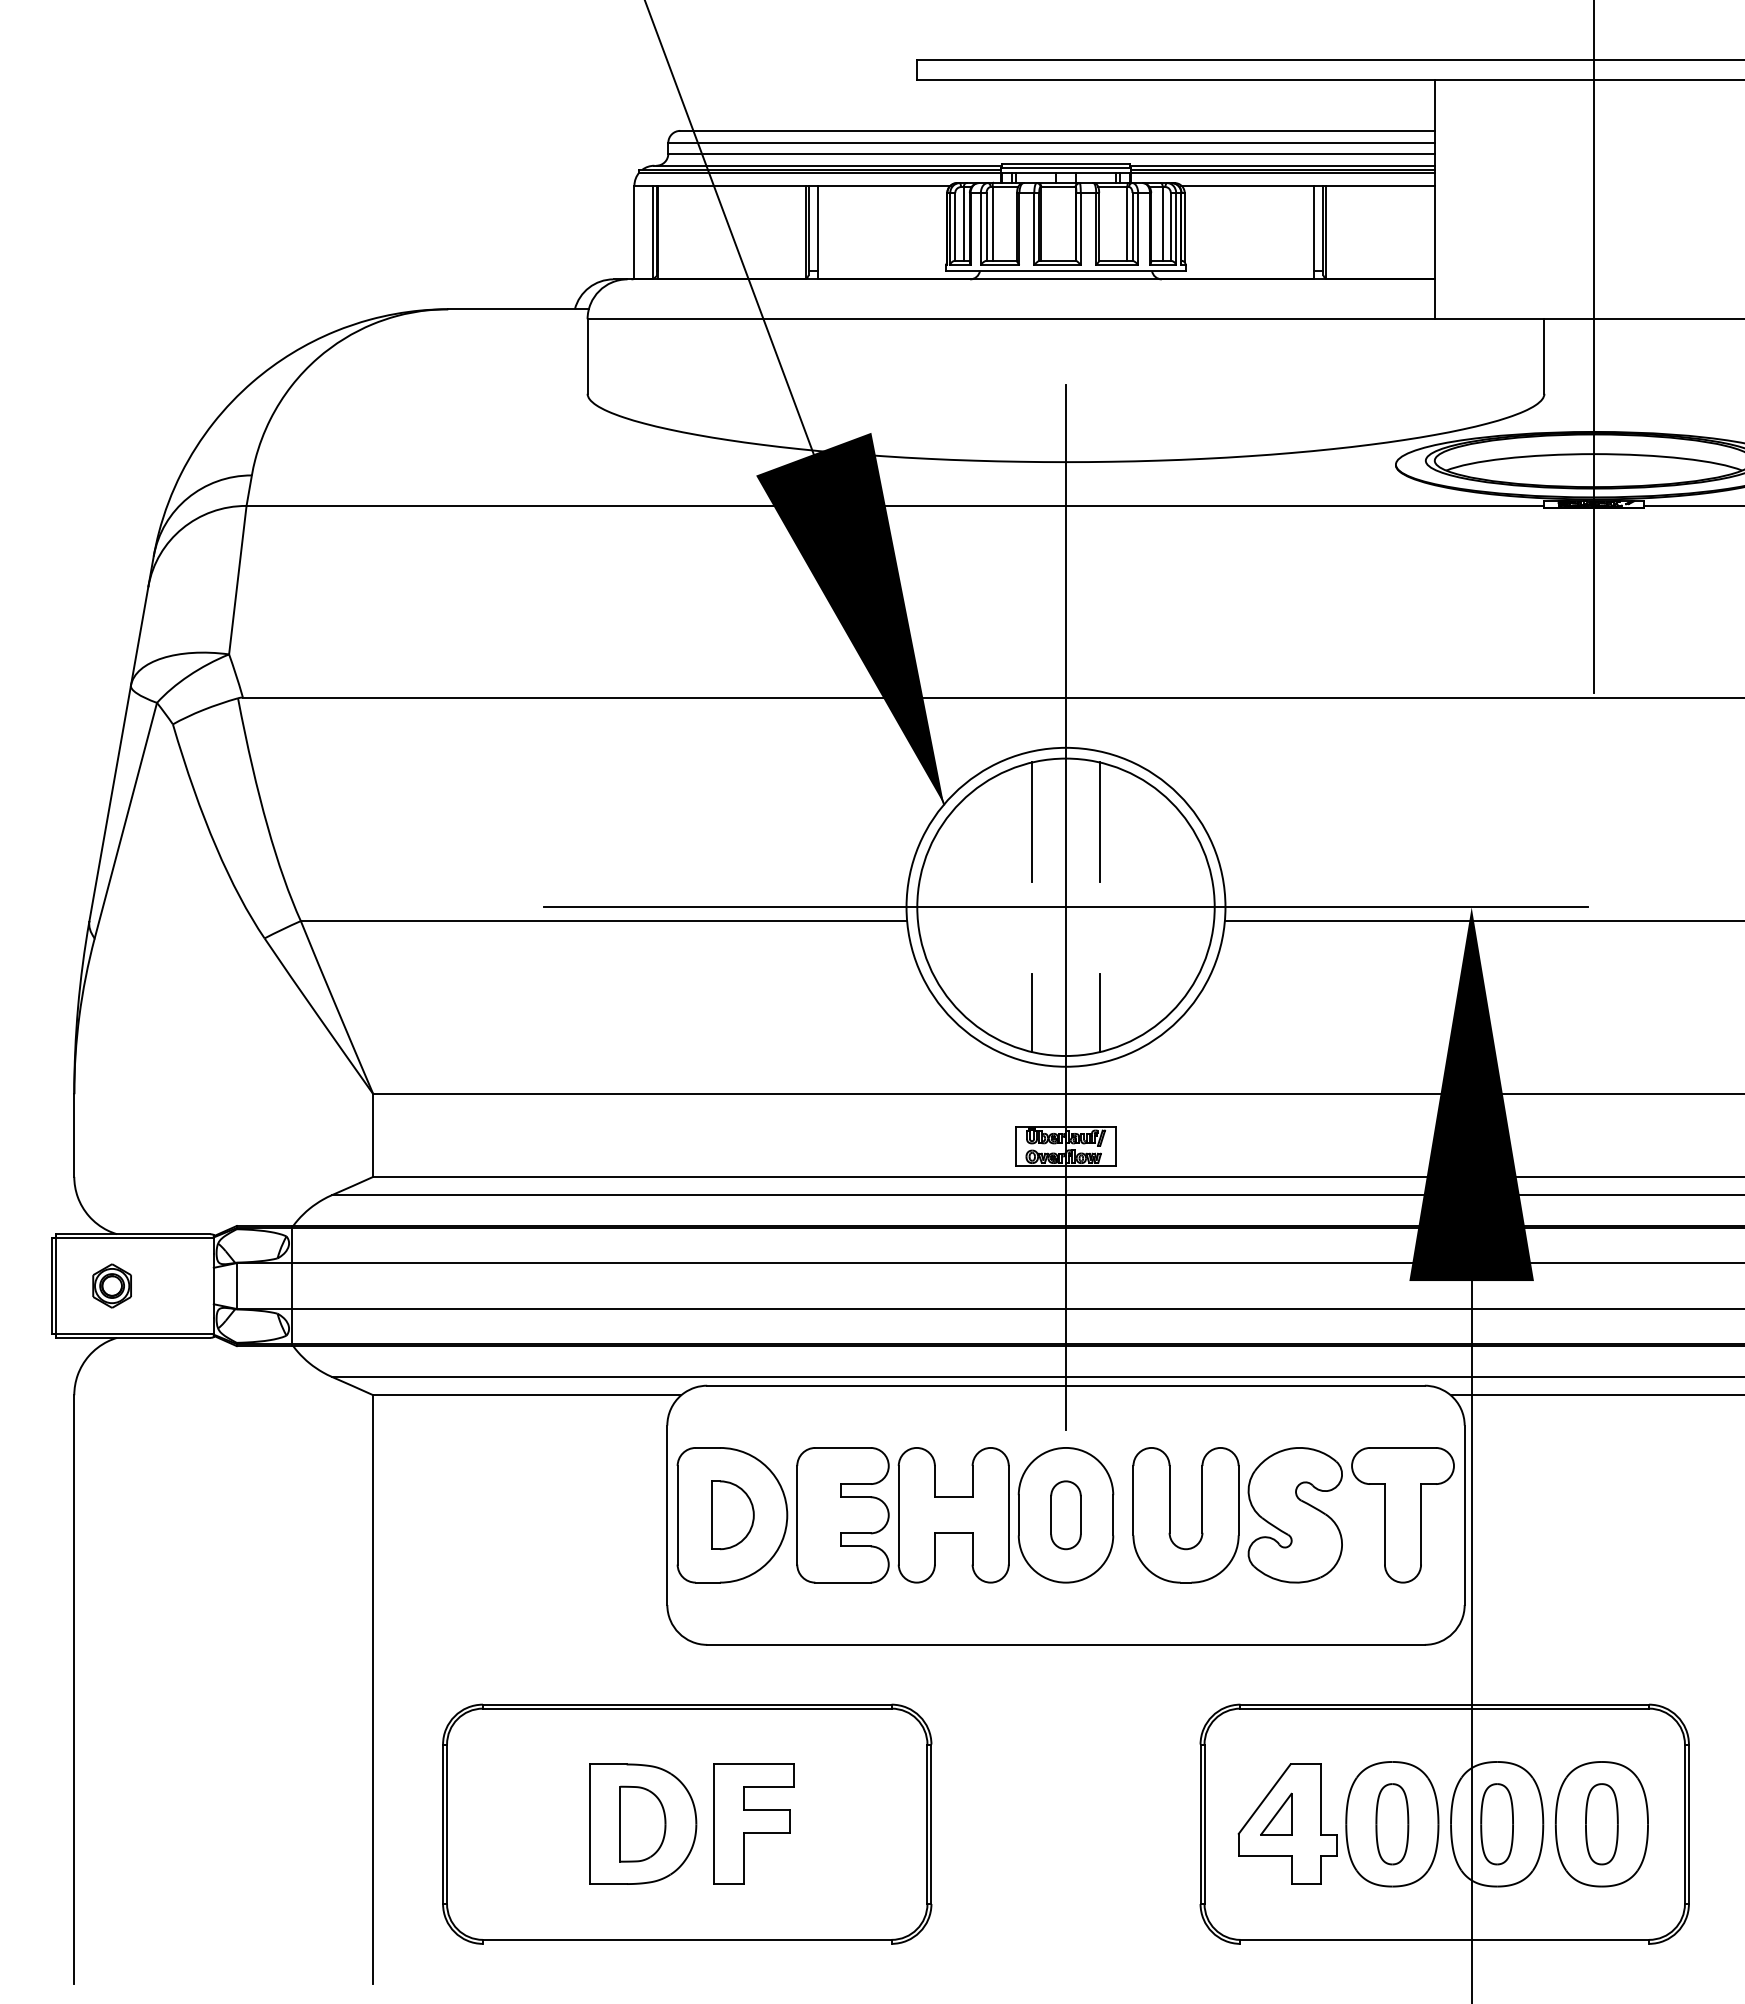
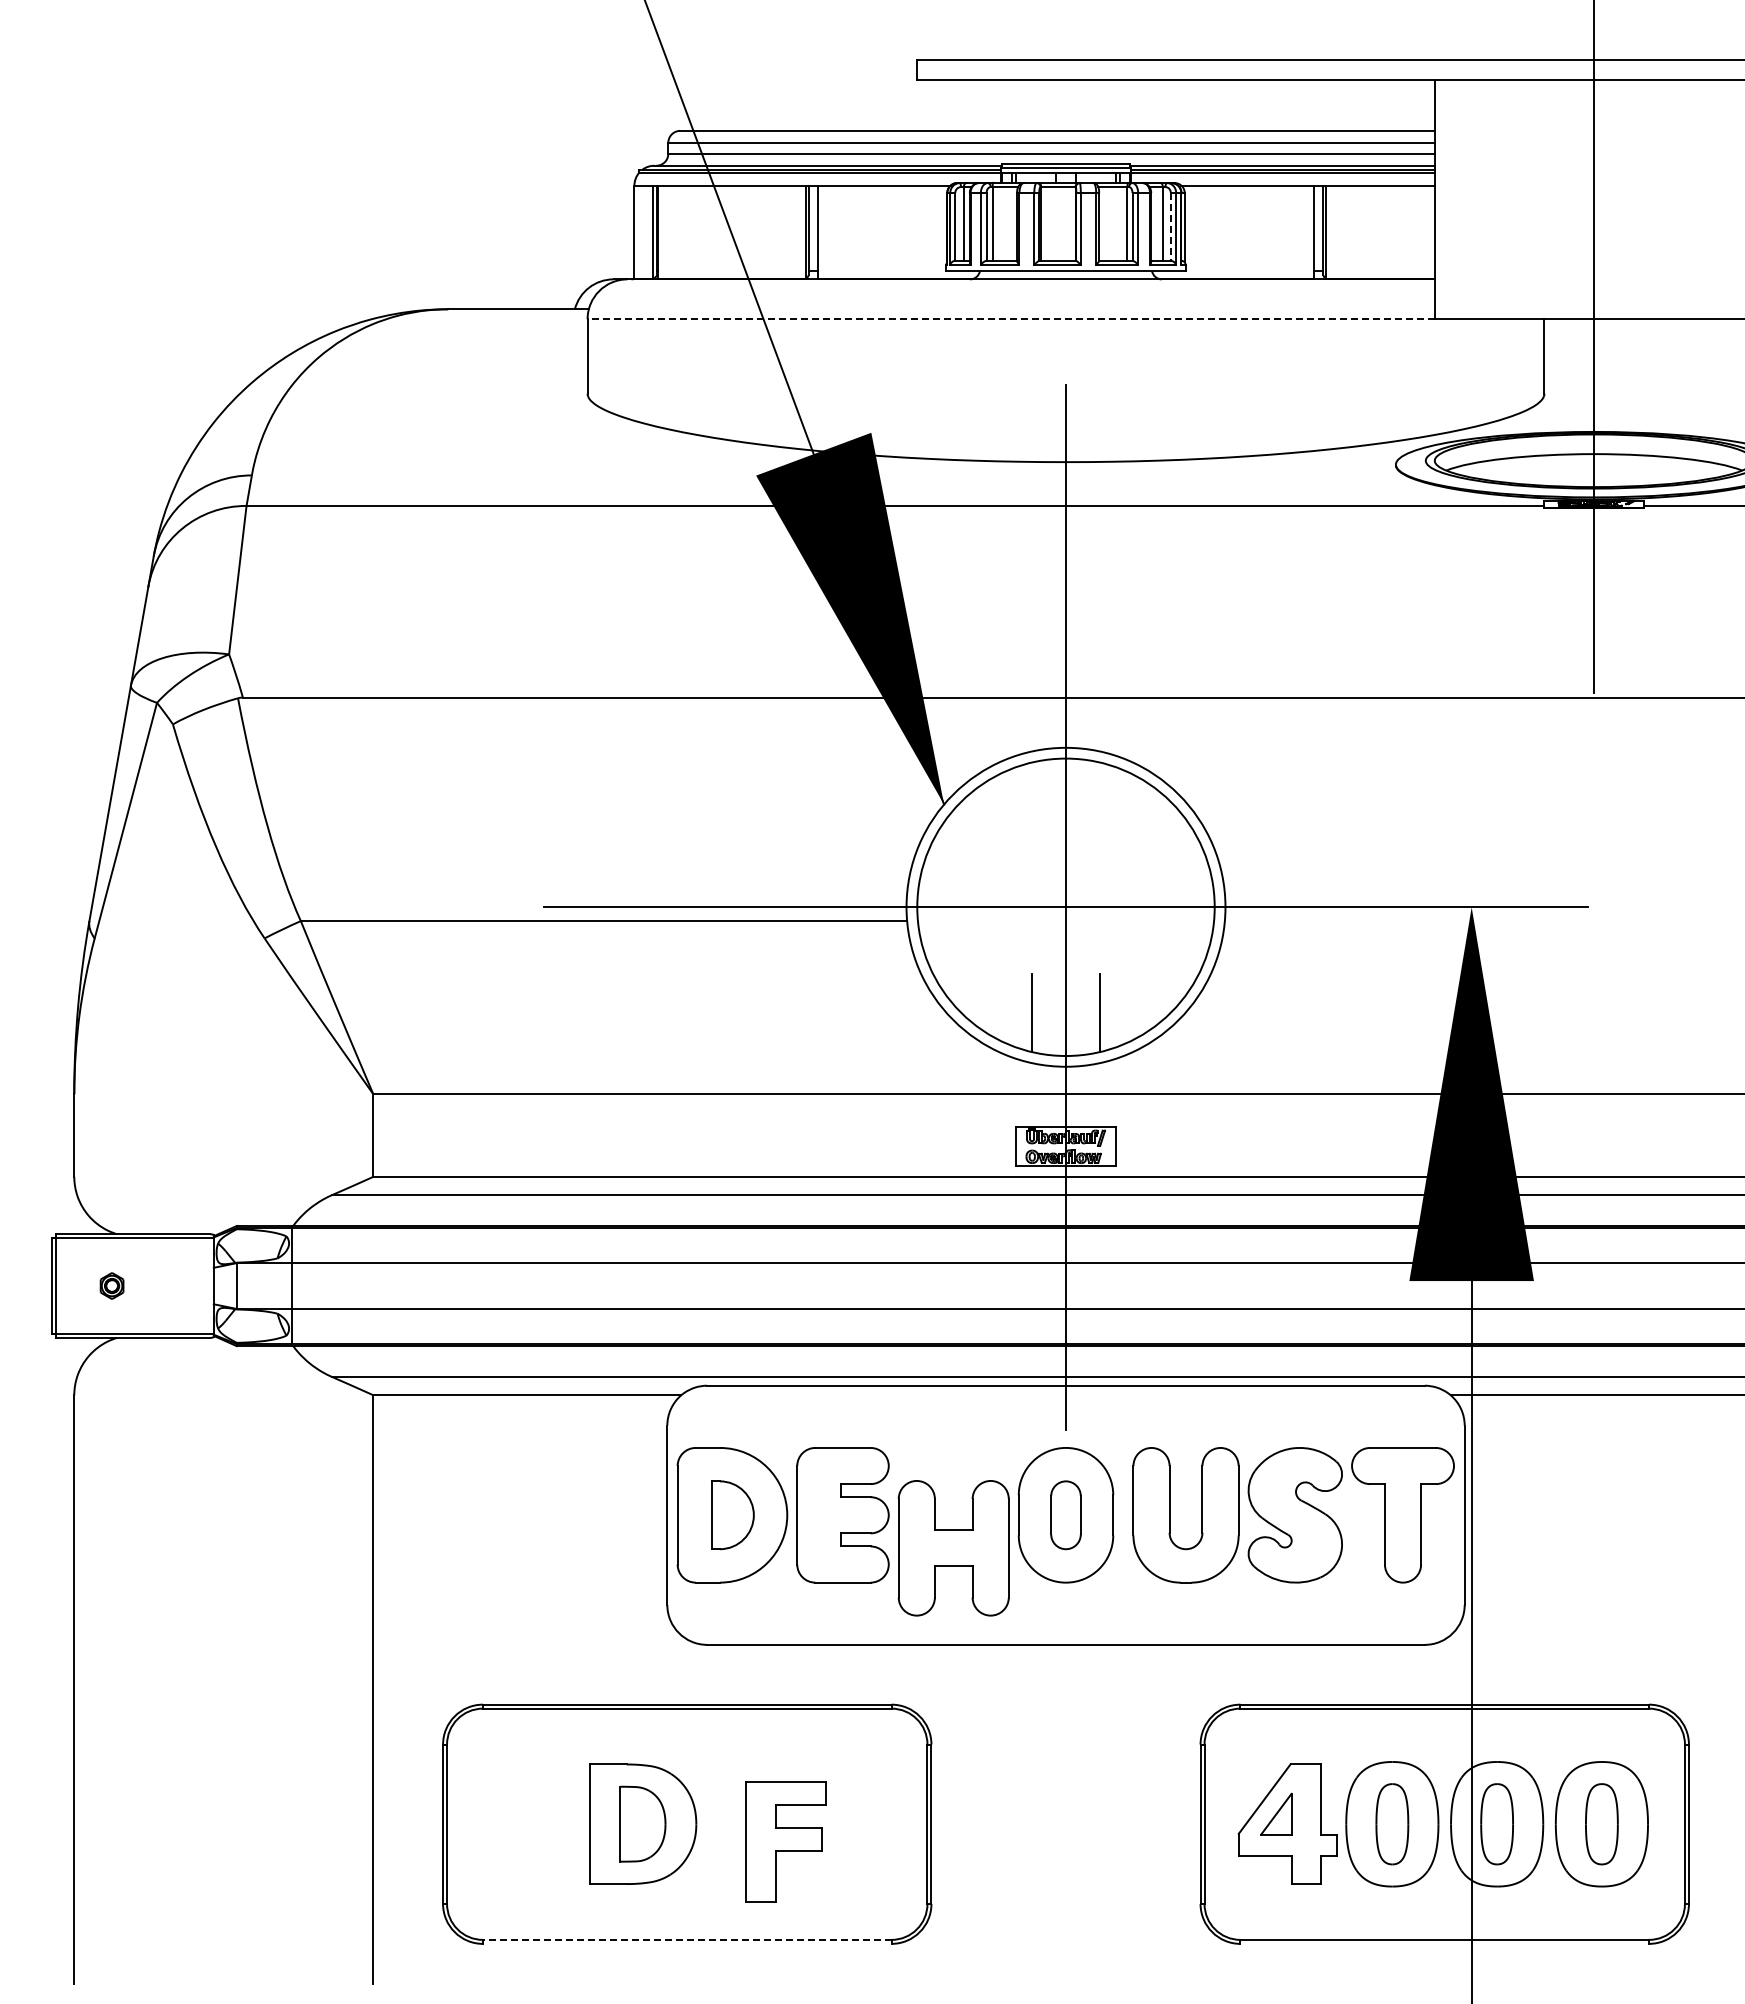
line at (1170, 226): solid -> dashed
line at (1011, 319): solid -> dashed
line at (1032, 822): present -> none
line at (1099, 822): present -> none
line at (1482, 921): present -> none
part at (111, 1285) size: 40x46 px -> 26x28 px
part at (953, 1515) position: (953, 1515) -> (953, 1548)
part at (753, 1823) position: (753, 1823) -> (785, 1841)
line at (686, 1939): solid -> dashed
